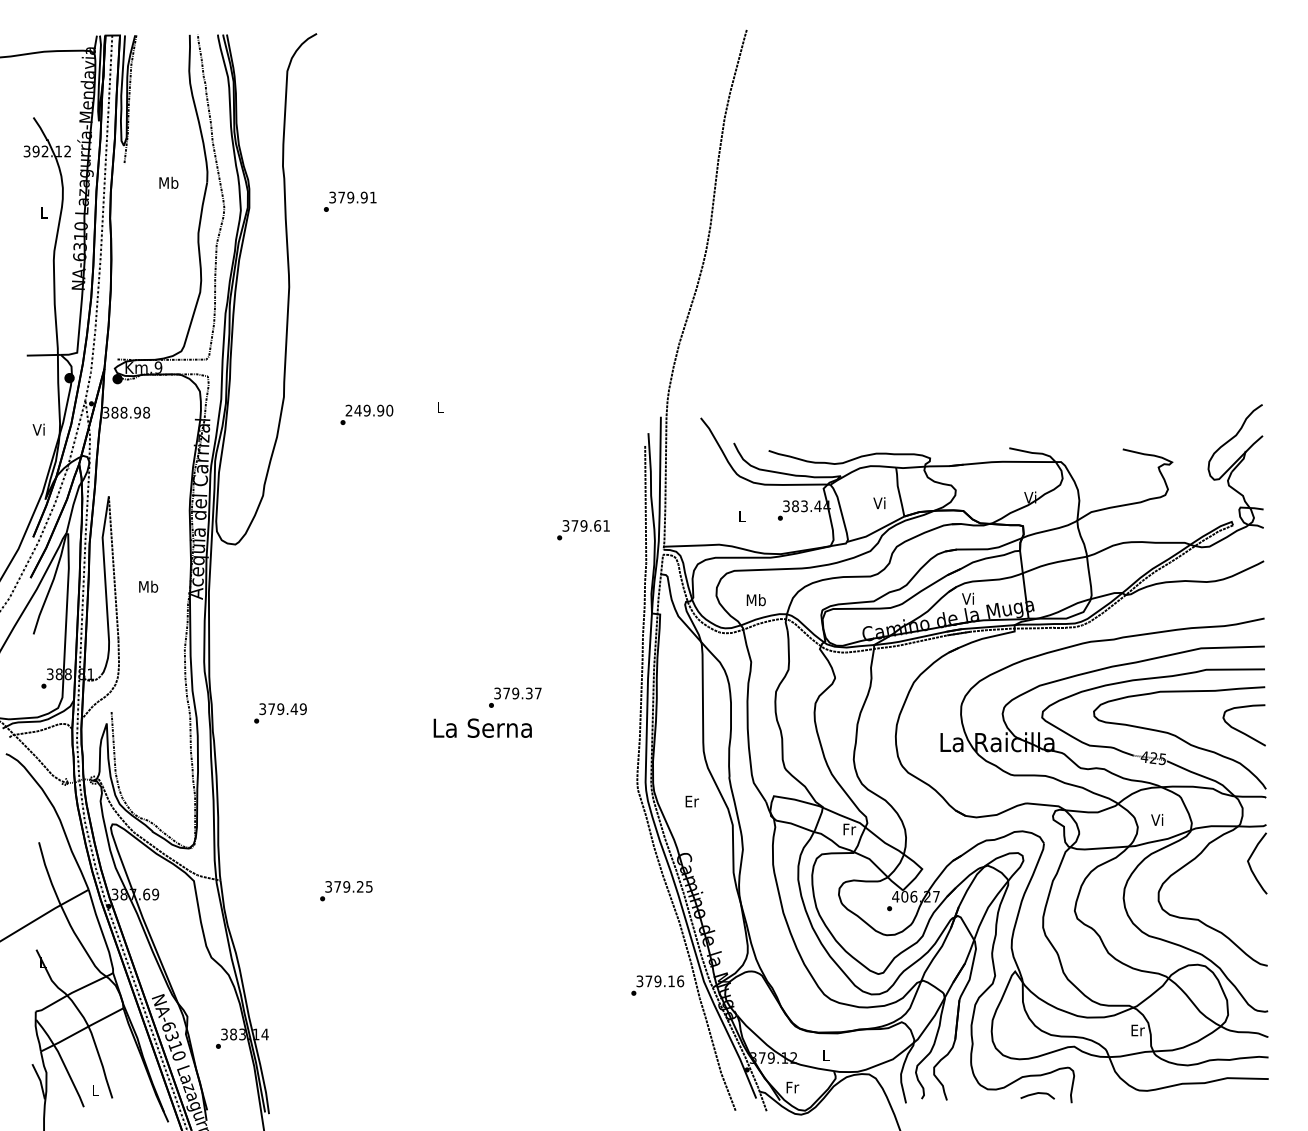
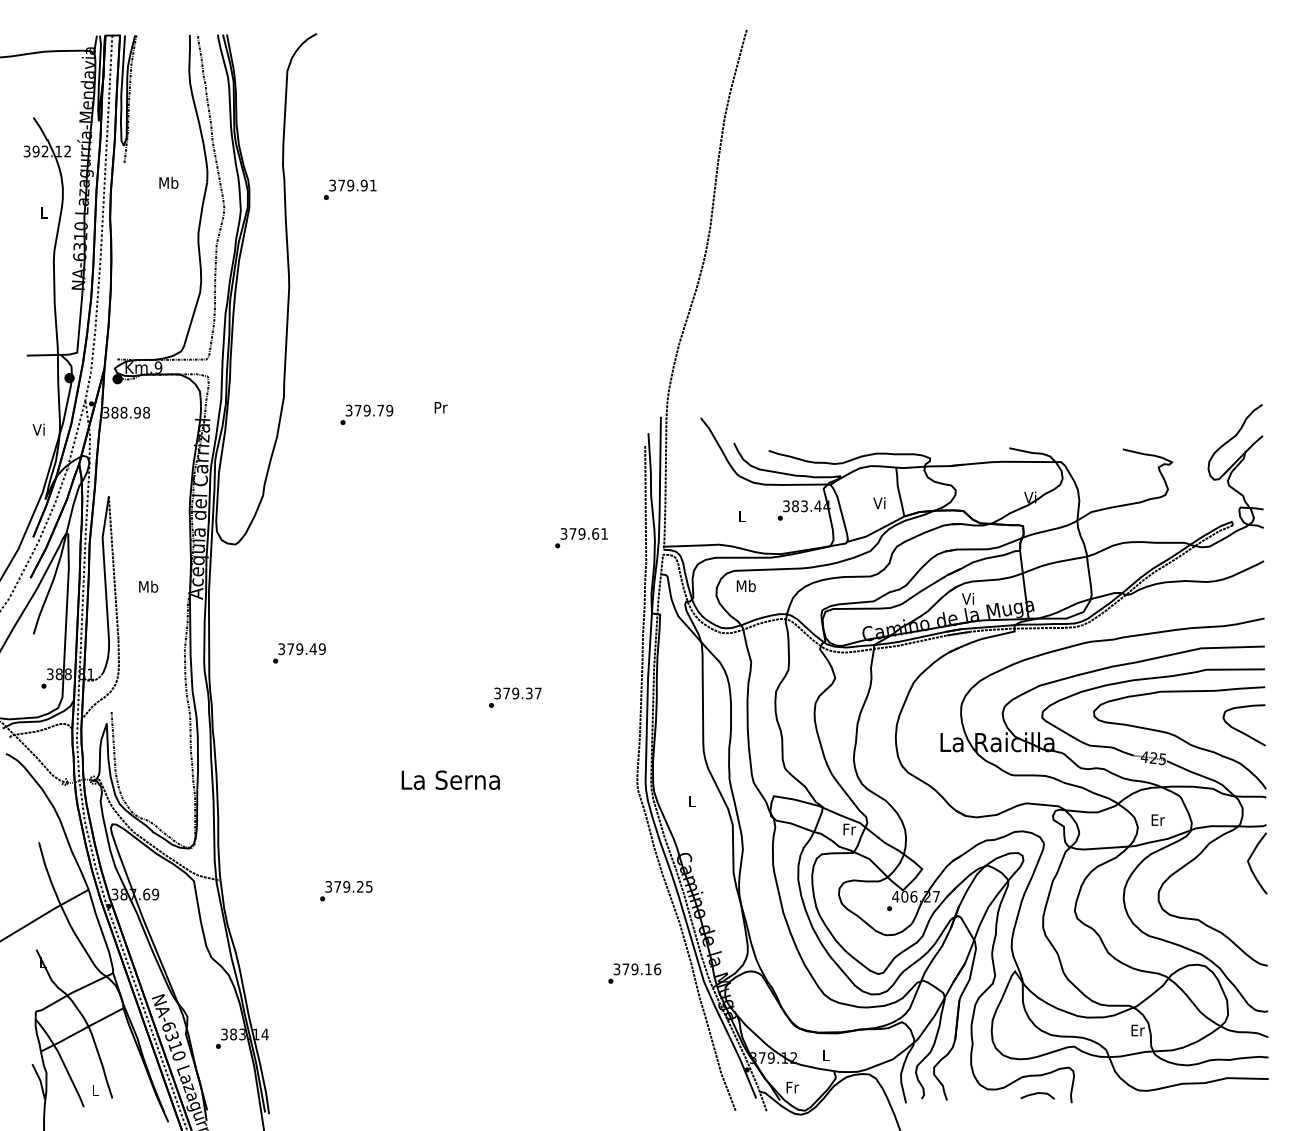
text at (349, 201) position: (349, 201) -> (349, 189)
text at (440, 407): L -> Pr
text at (369, 410): 249.90 -> 379.79
text at (583, 530) position: (583, 530) -> (581, 538)
text at (755, 600) position: (755, 600) -> (745, 586)
text at (280, 713) position: (280, 713) -> (299, 653)
text at (482, 727) position: (482, 727) -> (450, 779)
text at (692, 801): Er -> L
text at (1157, 819): Vi -> Er
text at (657, 985) position: (657, 985) -> (634, 973)
